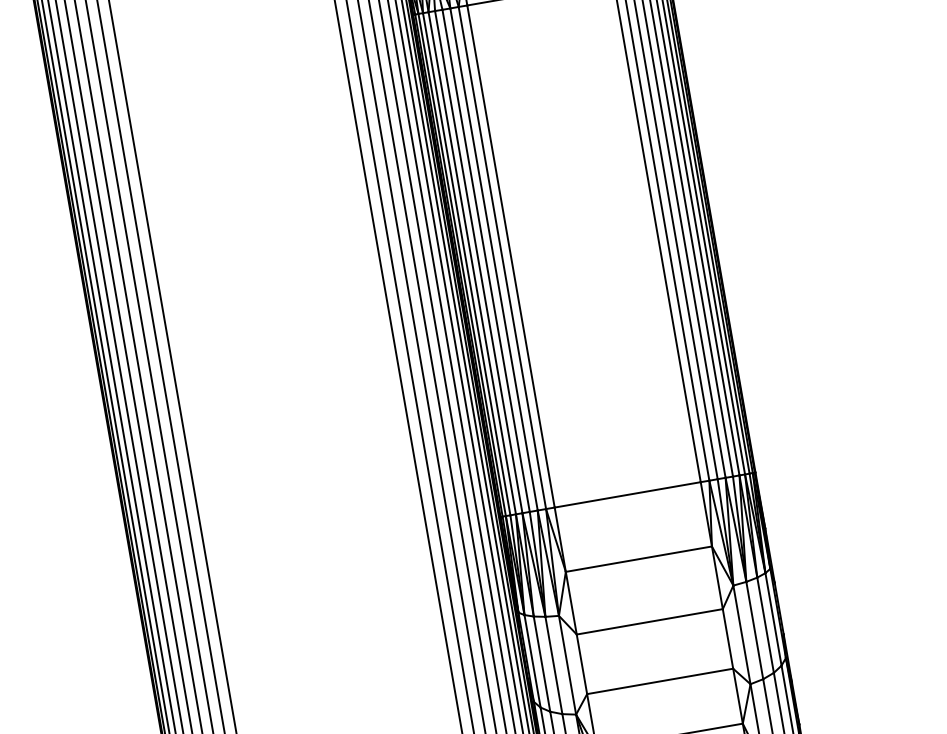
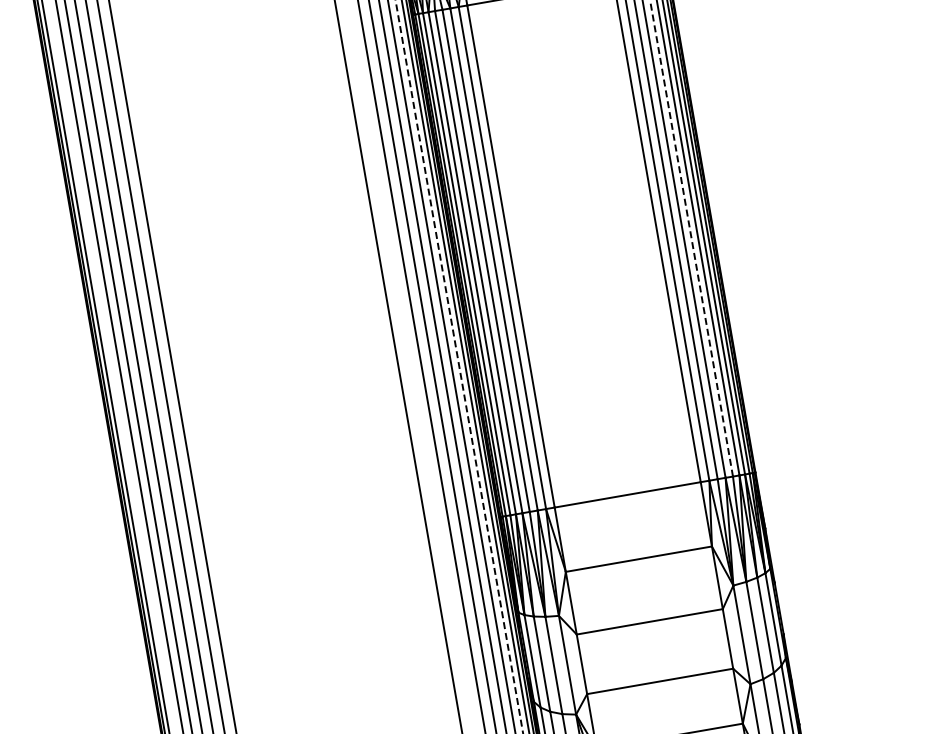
line at (691, 238): solid -> dashed
line at (111, 366): present -> none
line at (409, 366): present -> none
line at (459, 367): solid -> dashed
